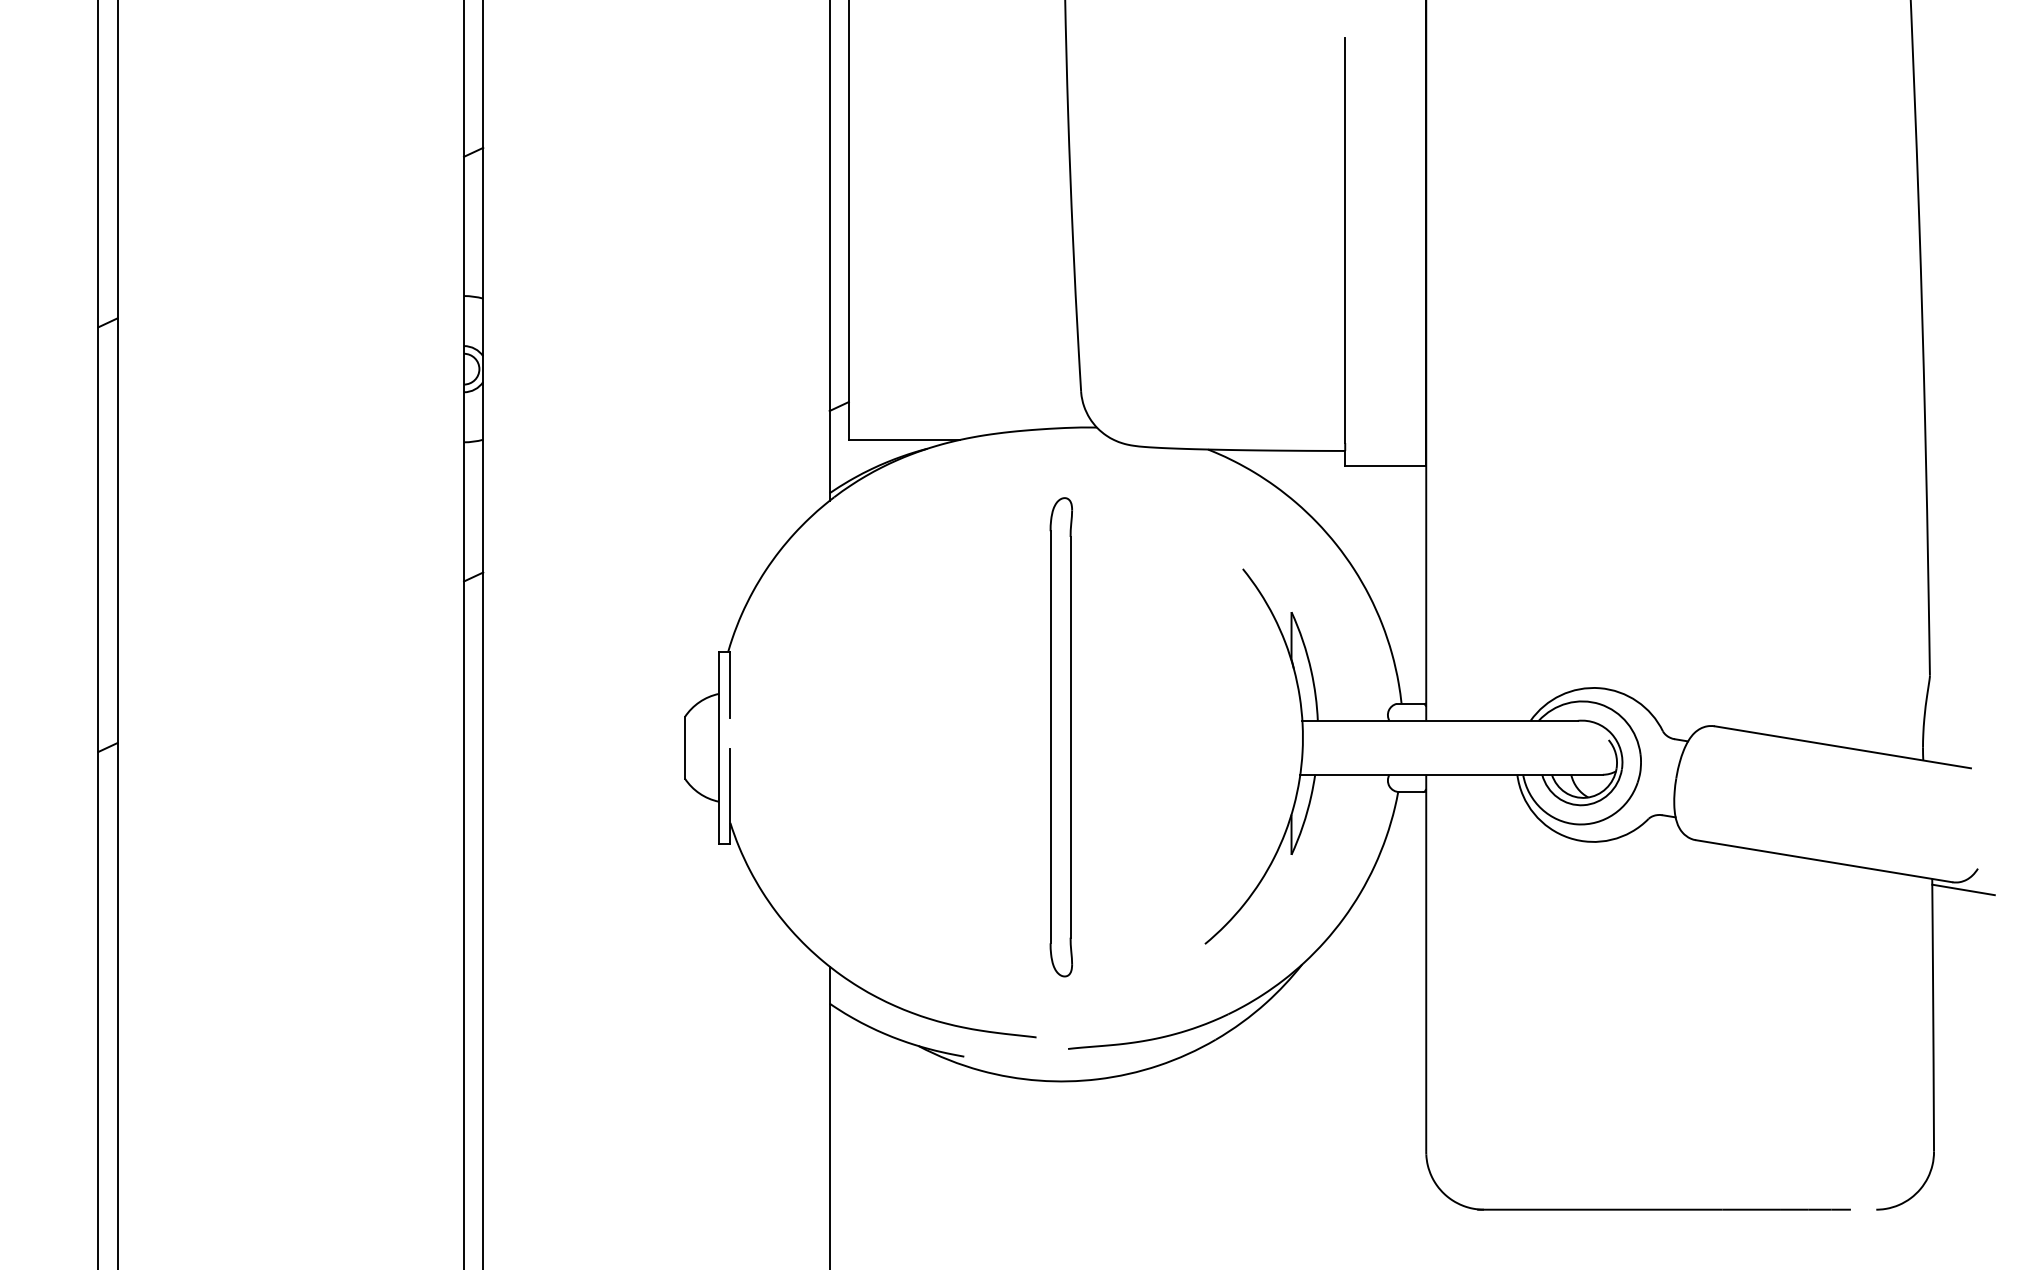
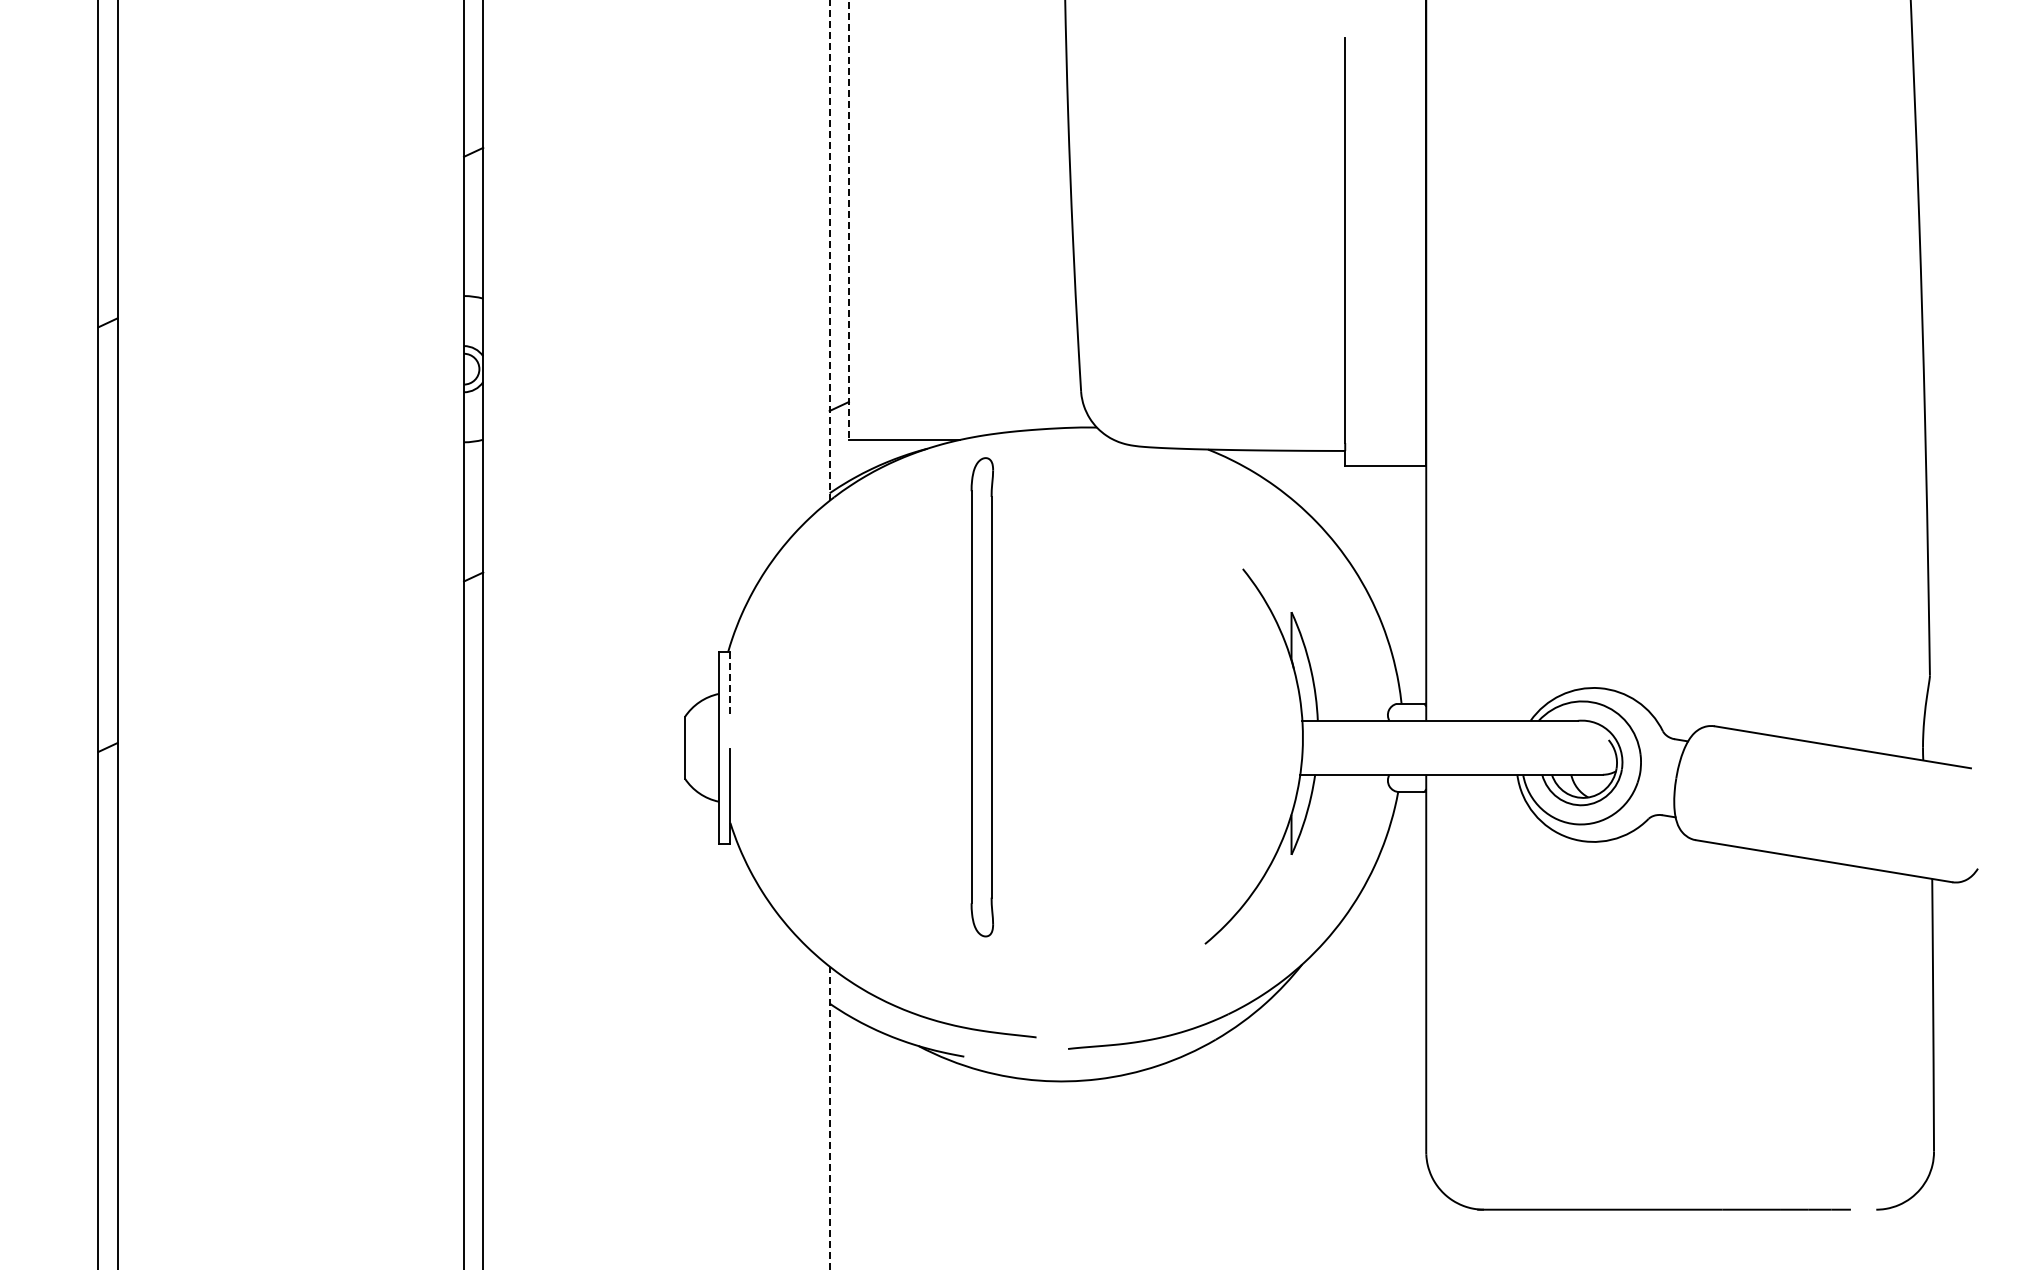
line at (848, 220): solid -> dashed
line at (829, 250): solid -> dashed
line at (730, 685): solid -> dashed
part at (1060, 737) position: (1060, 737) -> (981, 697)
line at (1963, 889): present -> none
line at (829, 1117): solid -> dashed
